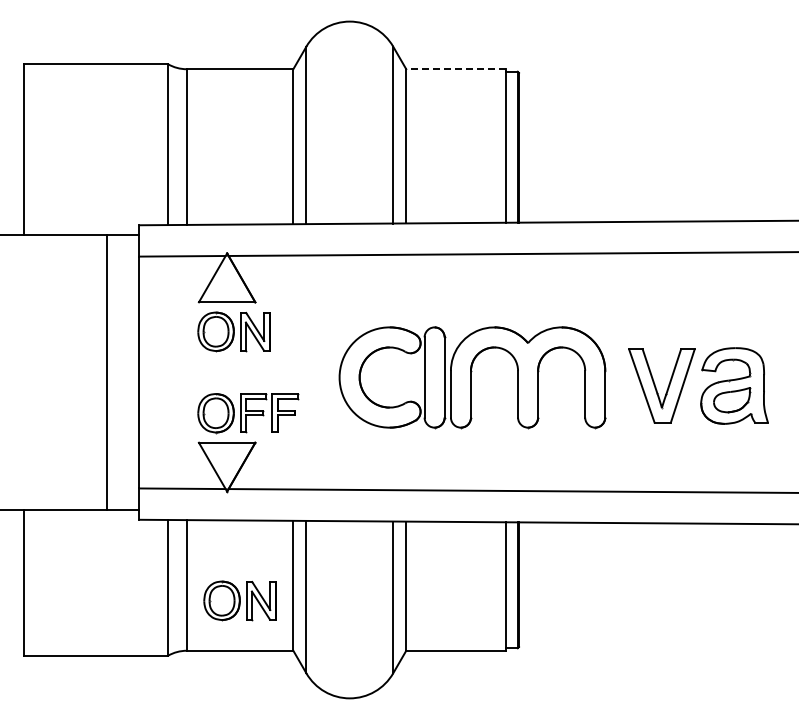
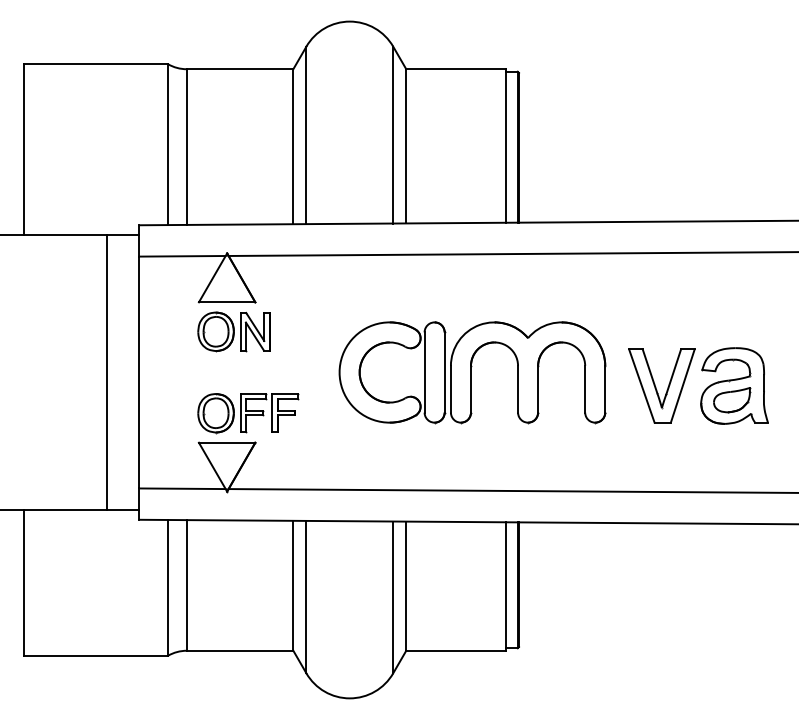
line at (455, 69): dashed -> solid
part at (472, 377) position: (472, 377) -> (472, 372)
part at (239, 600): present -> none
